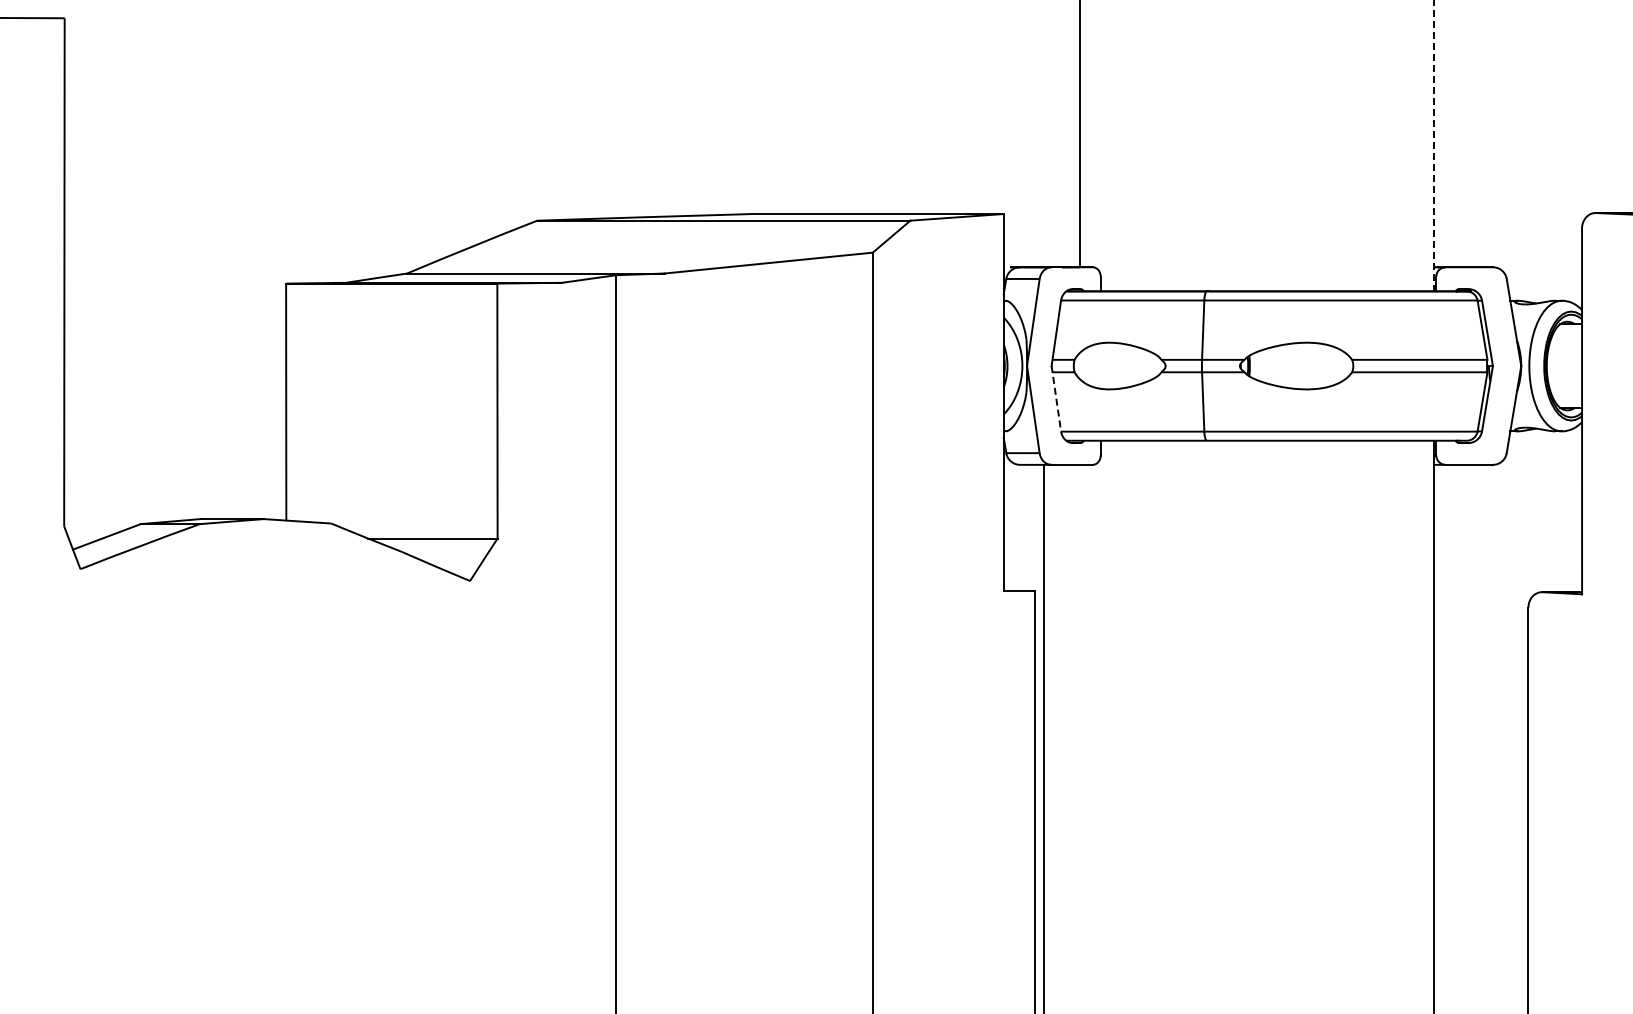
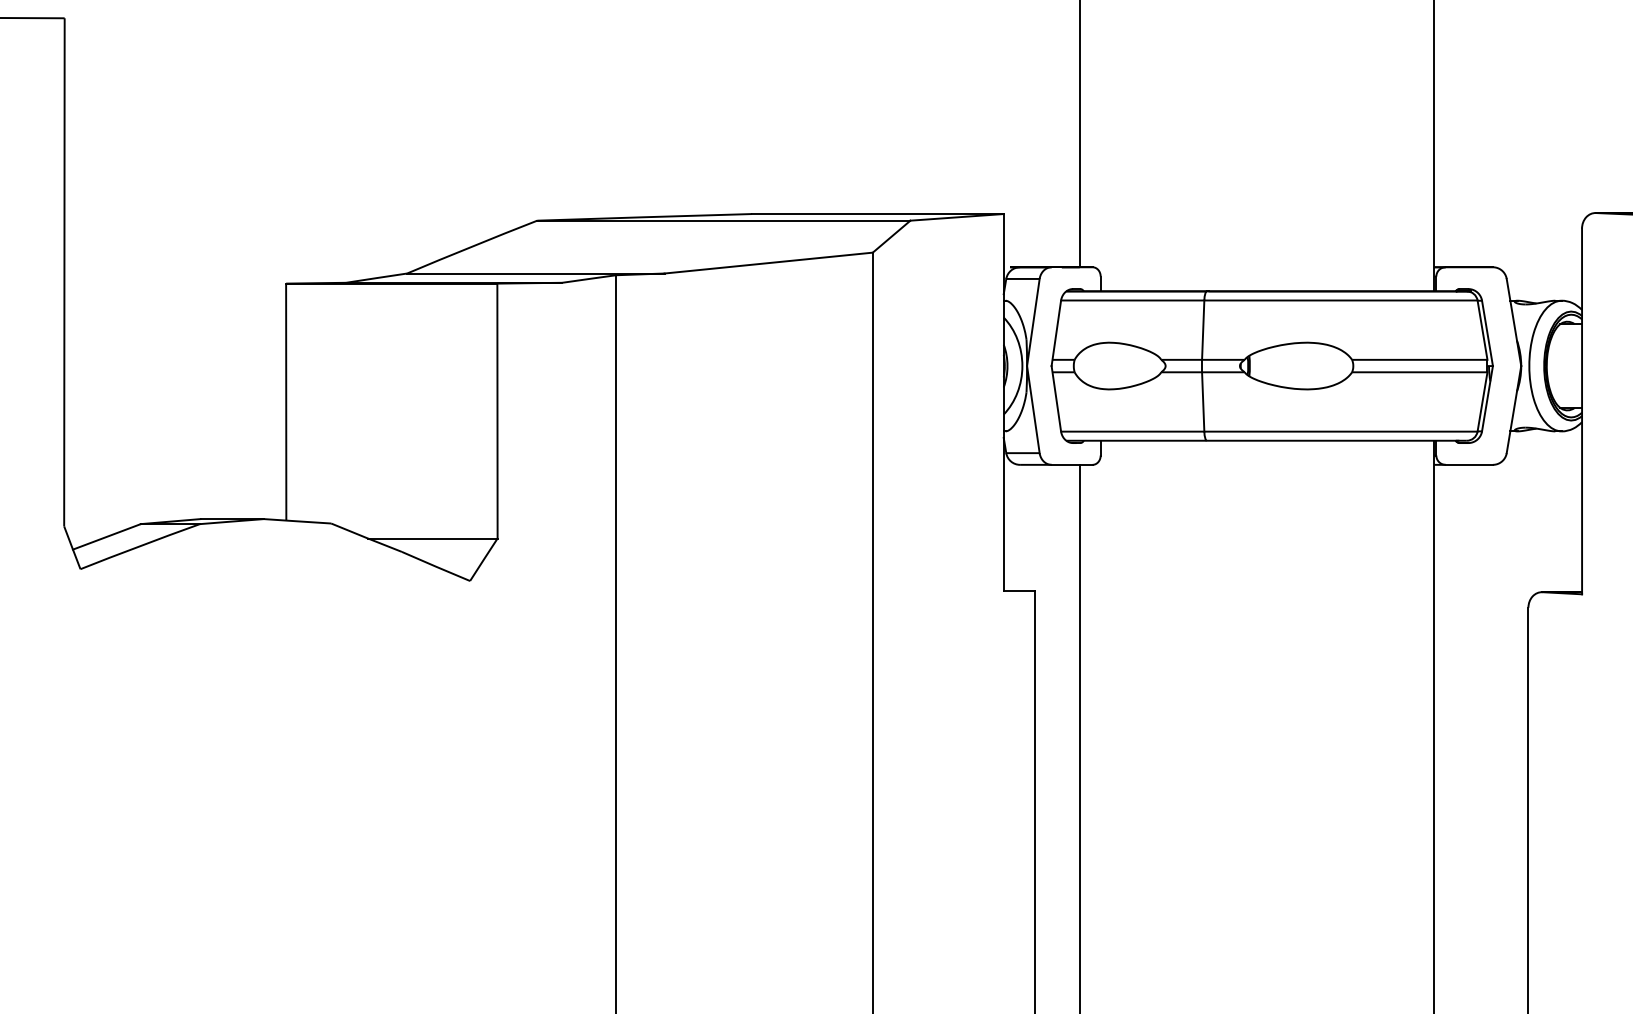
line at (1434, 146): dashed -> solid
line at (1056, 398): dashed -> solid
line at (1043, 737) position: (1043, 737) -> (1079, 737)
